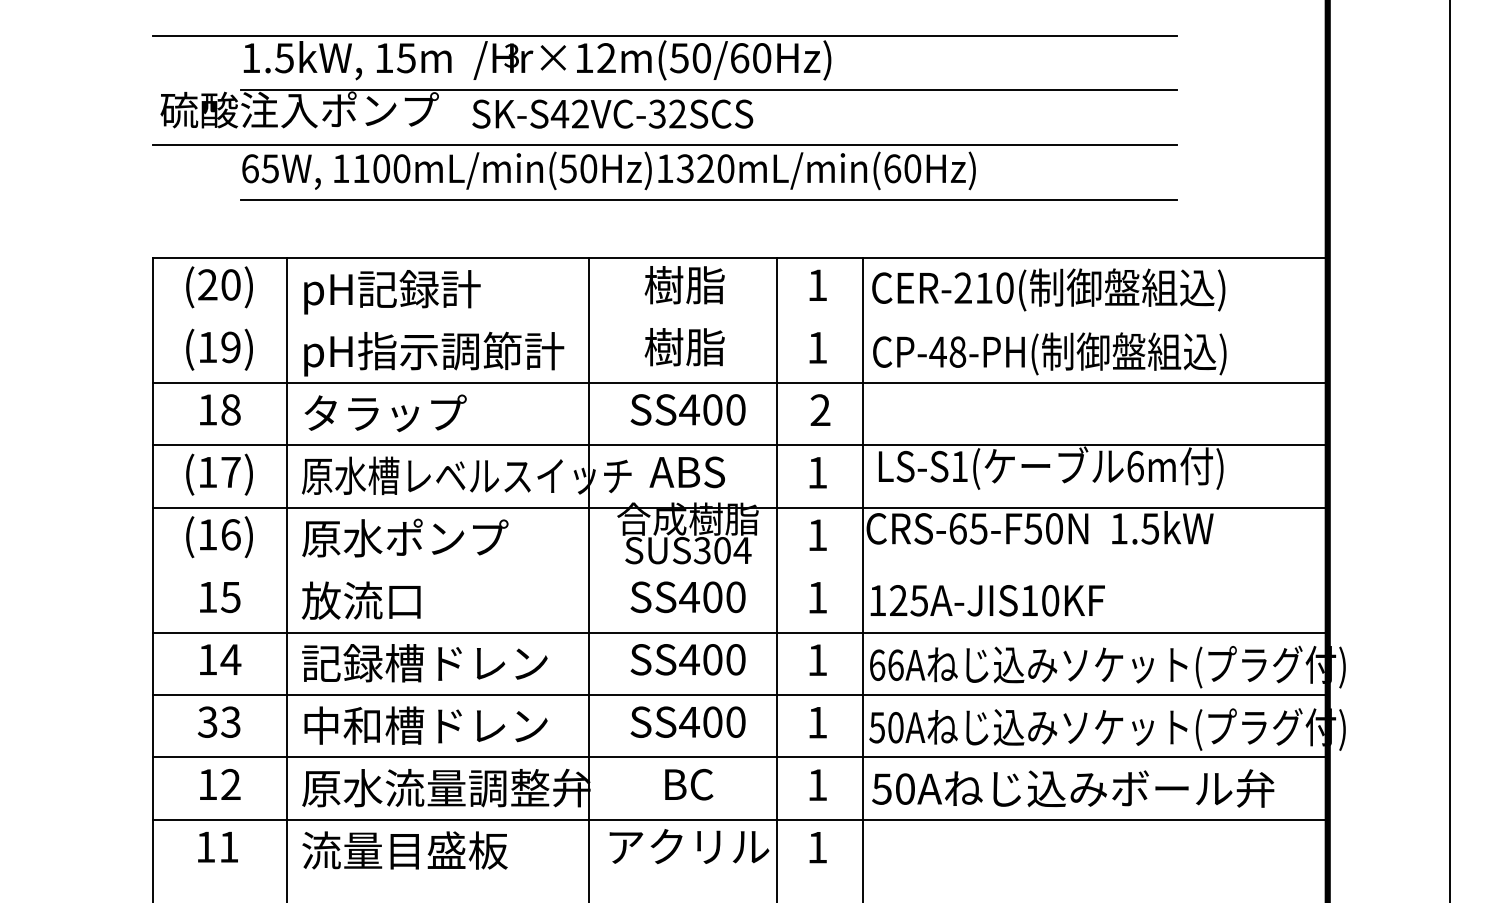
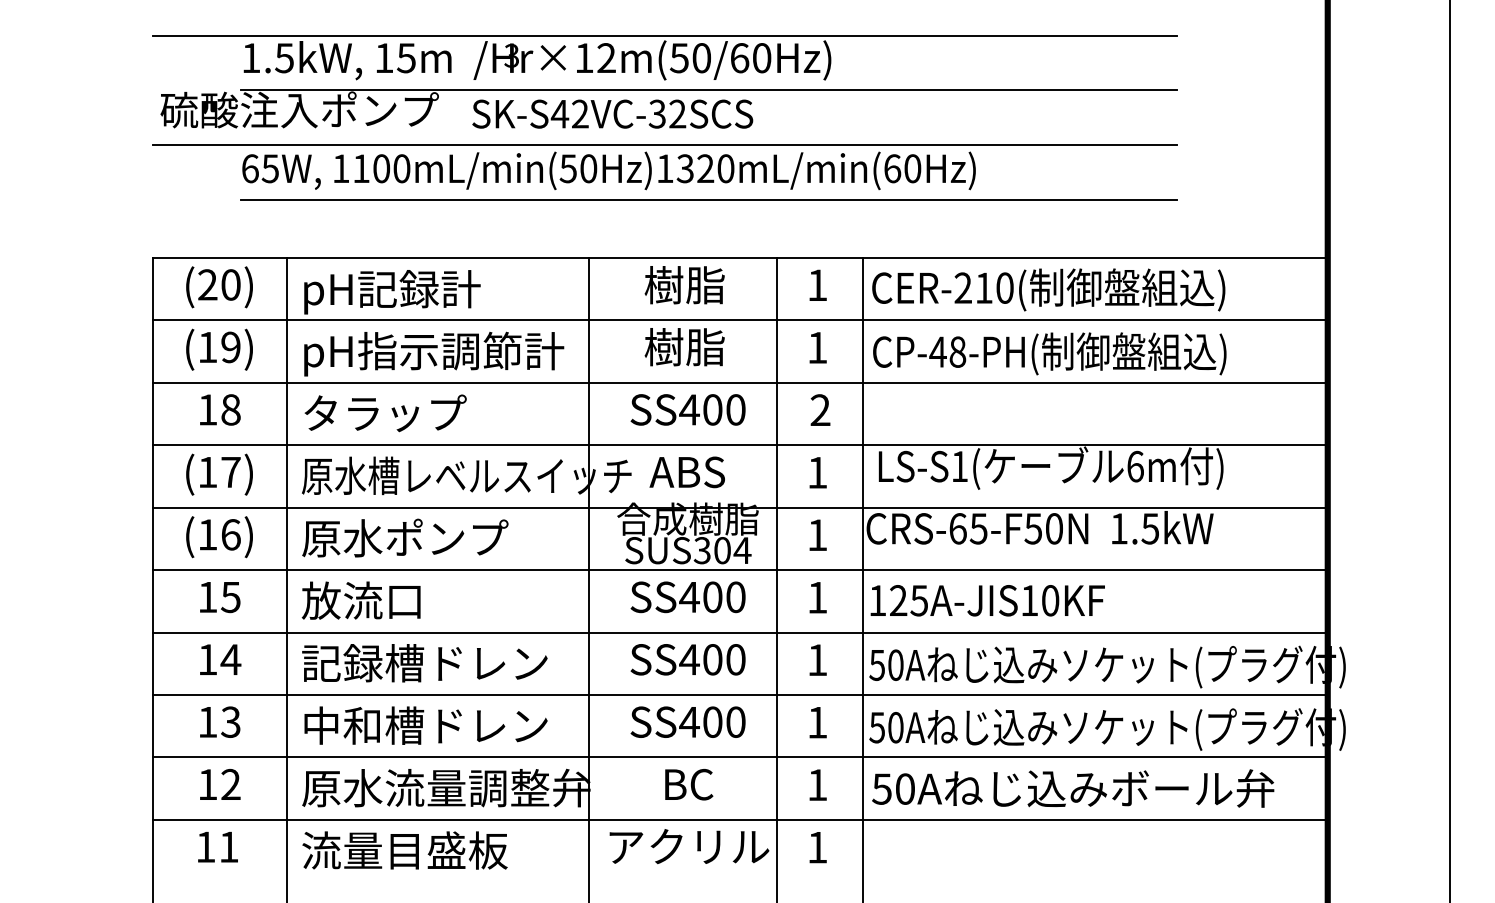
line at (740, 320): none -> present
line at (740, 570): none -> present
text at (886, 664): 66A -> 50A
text at (207, 721): 33 -> 13
